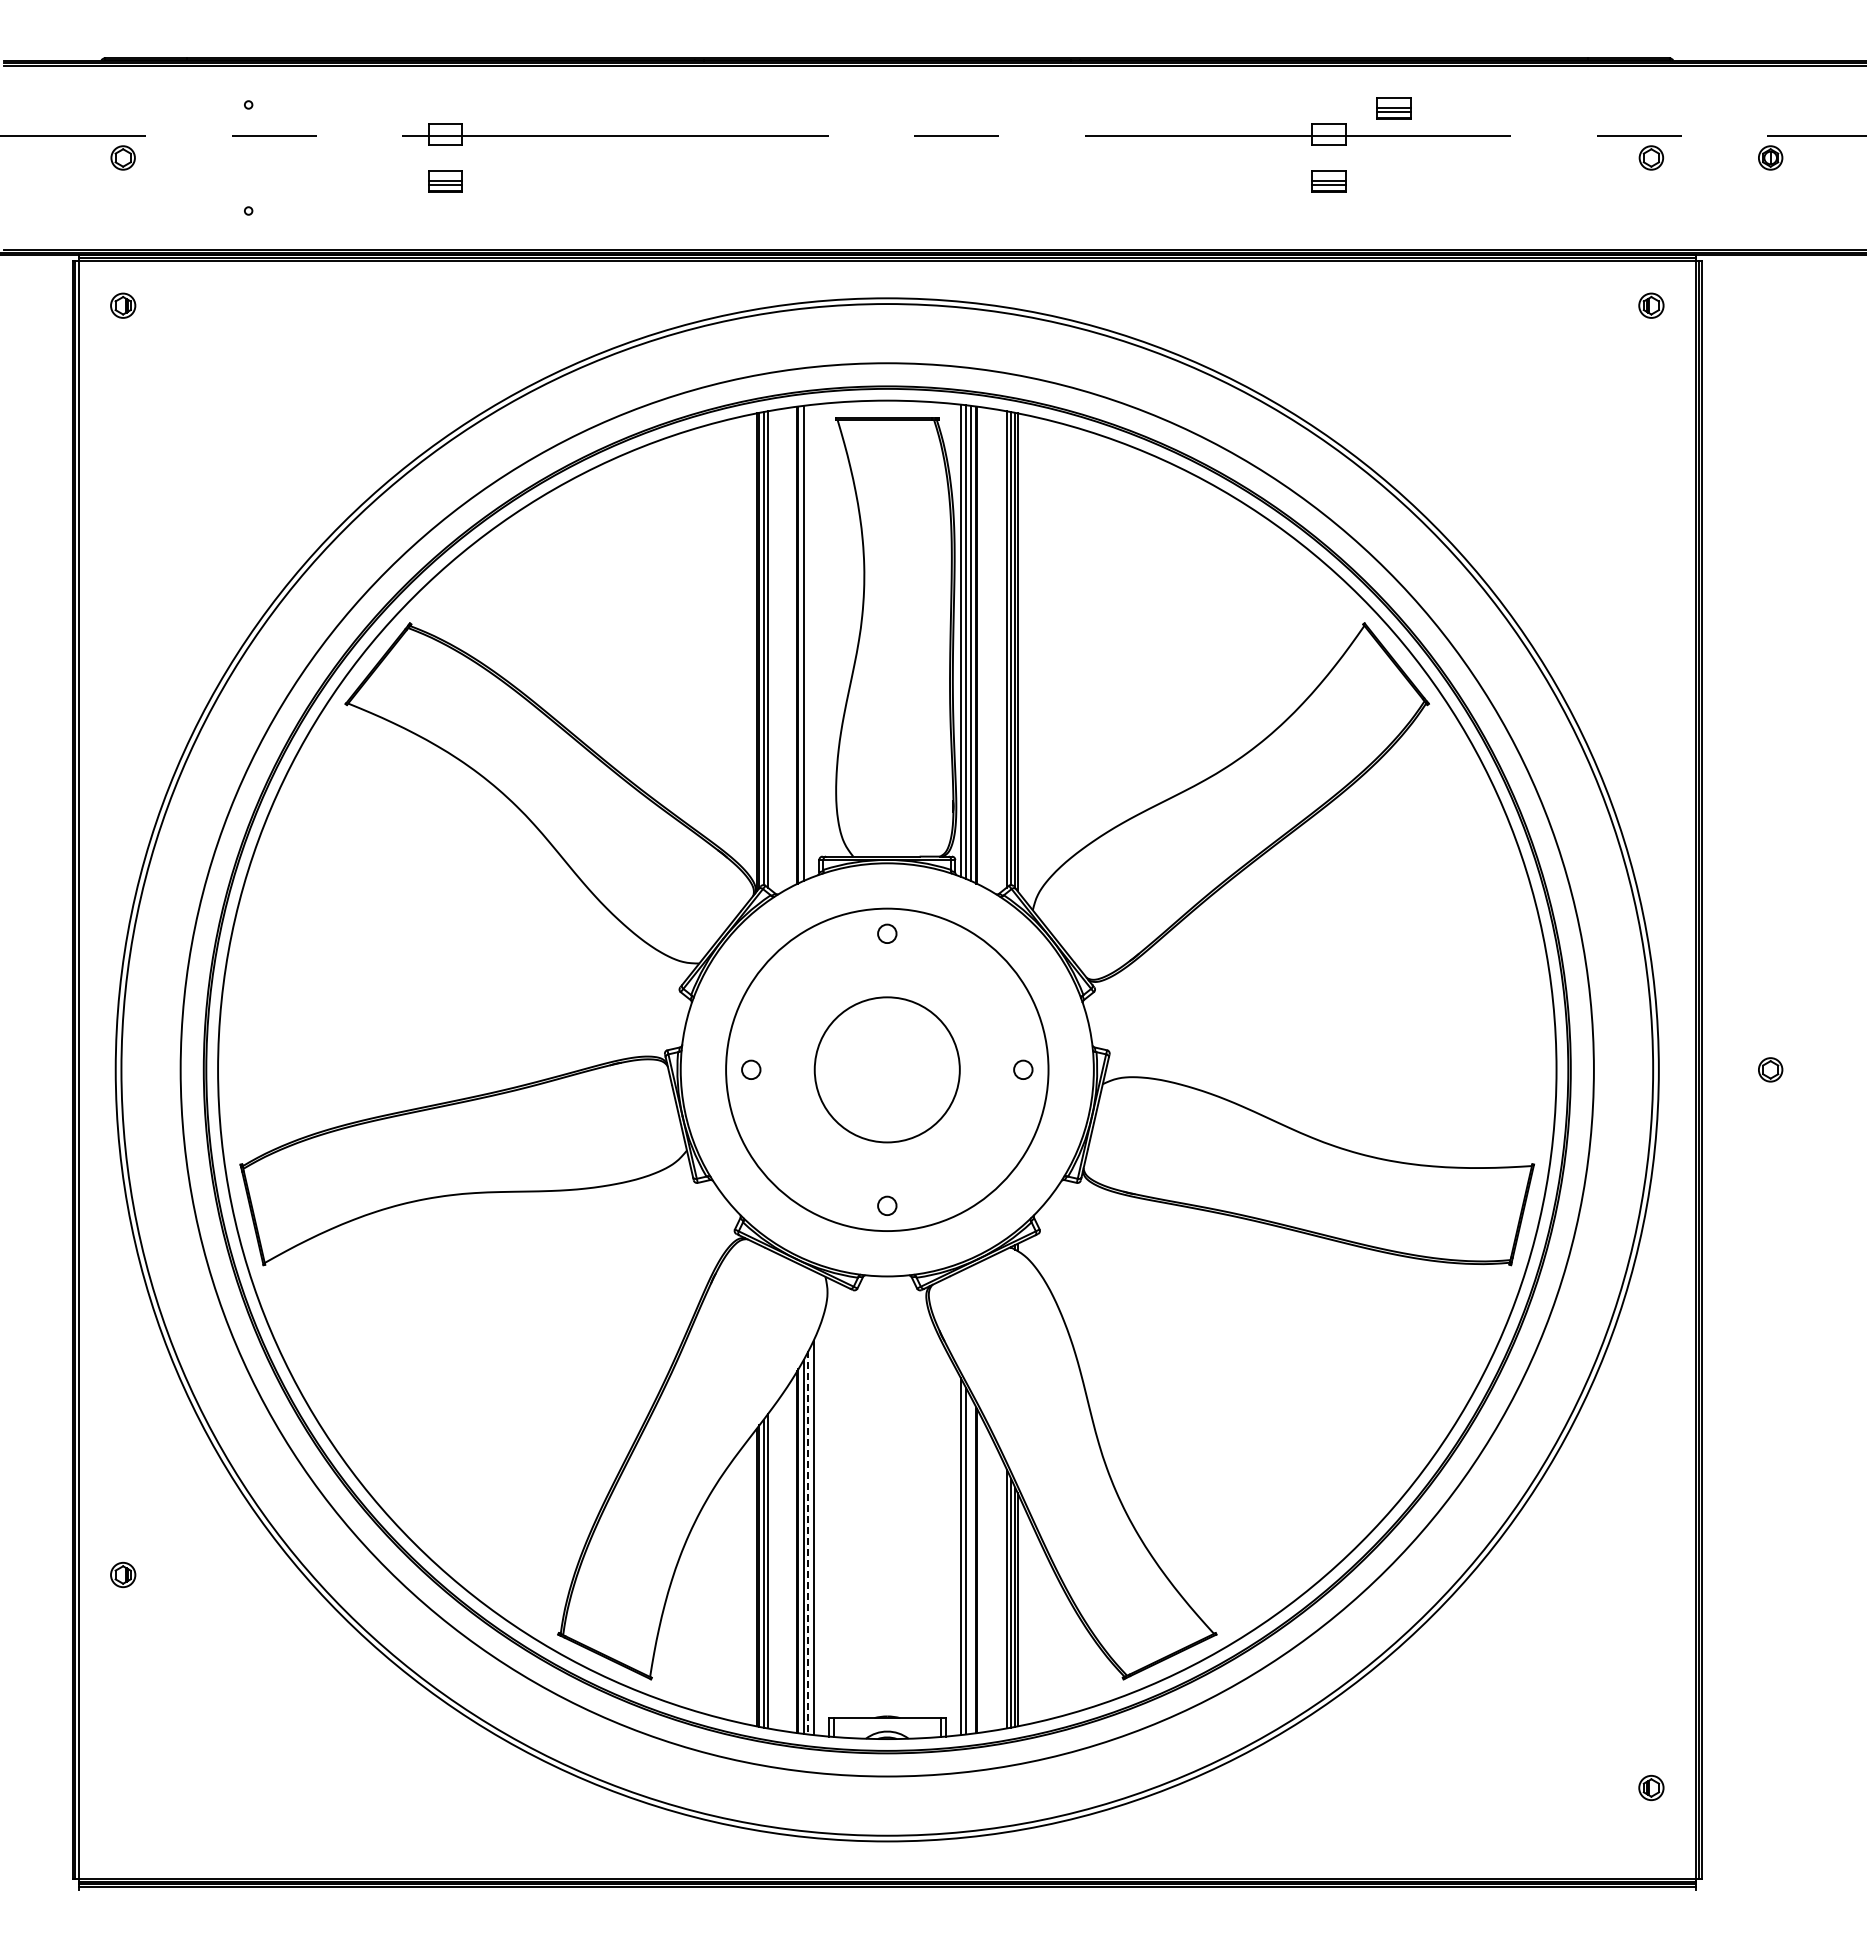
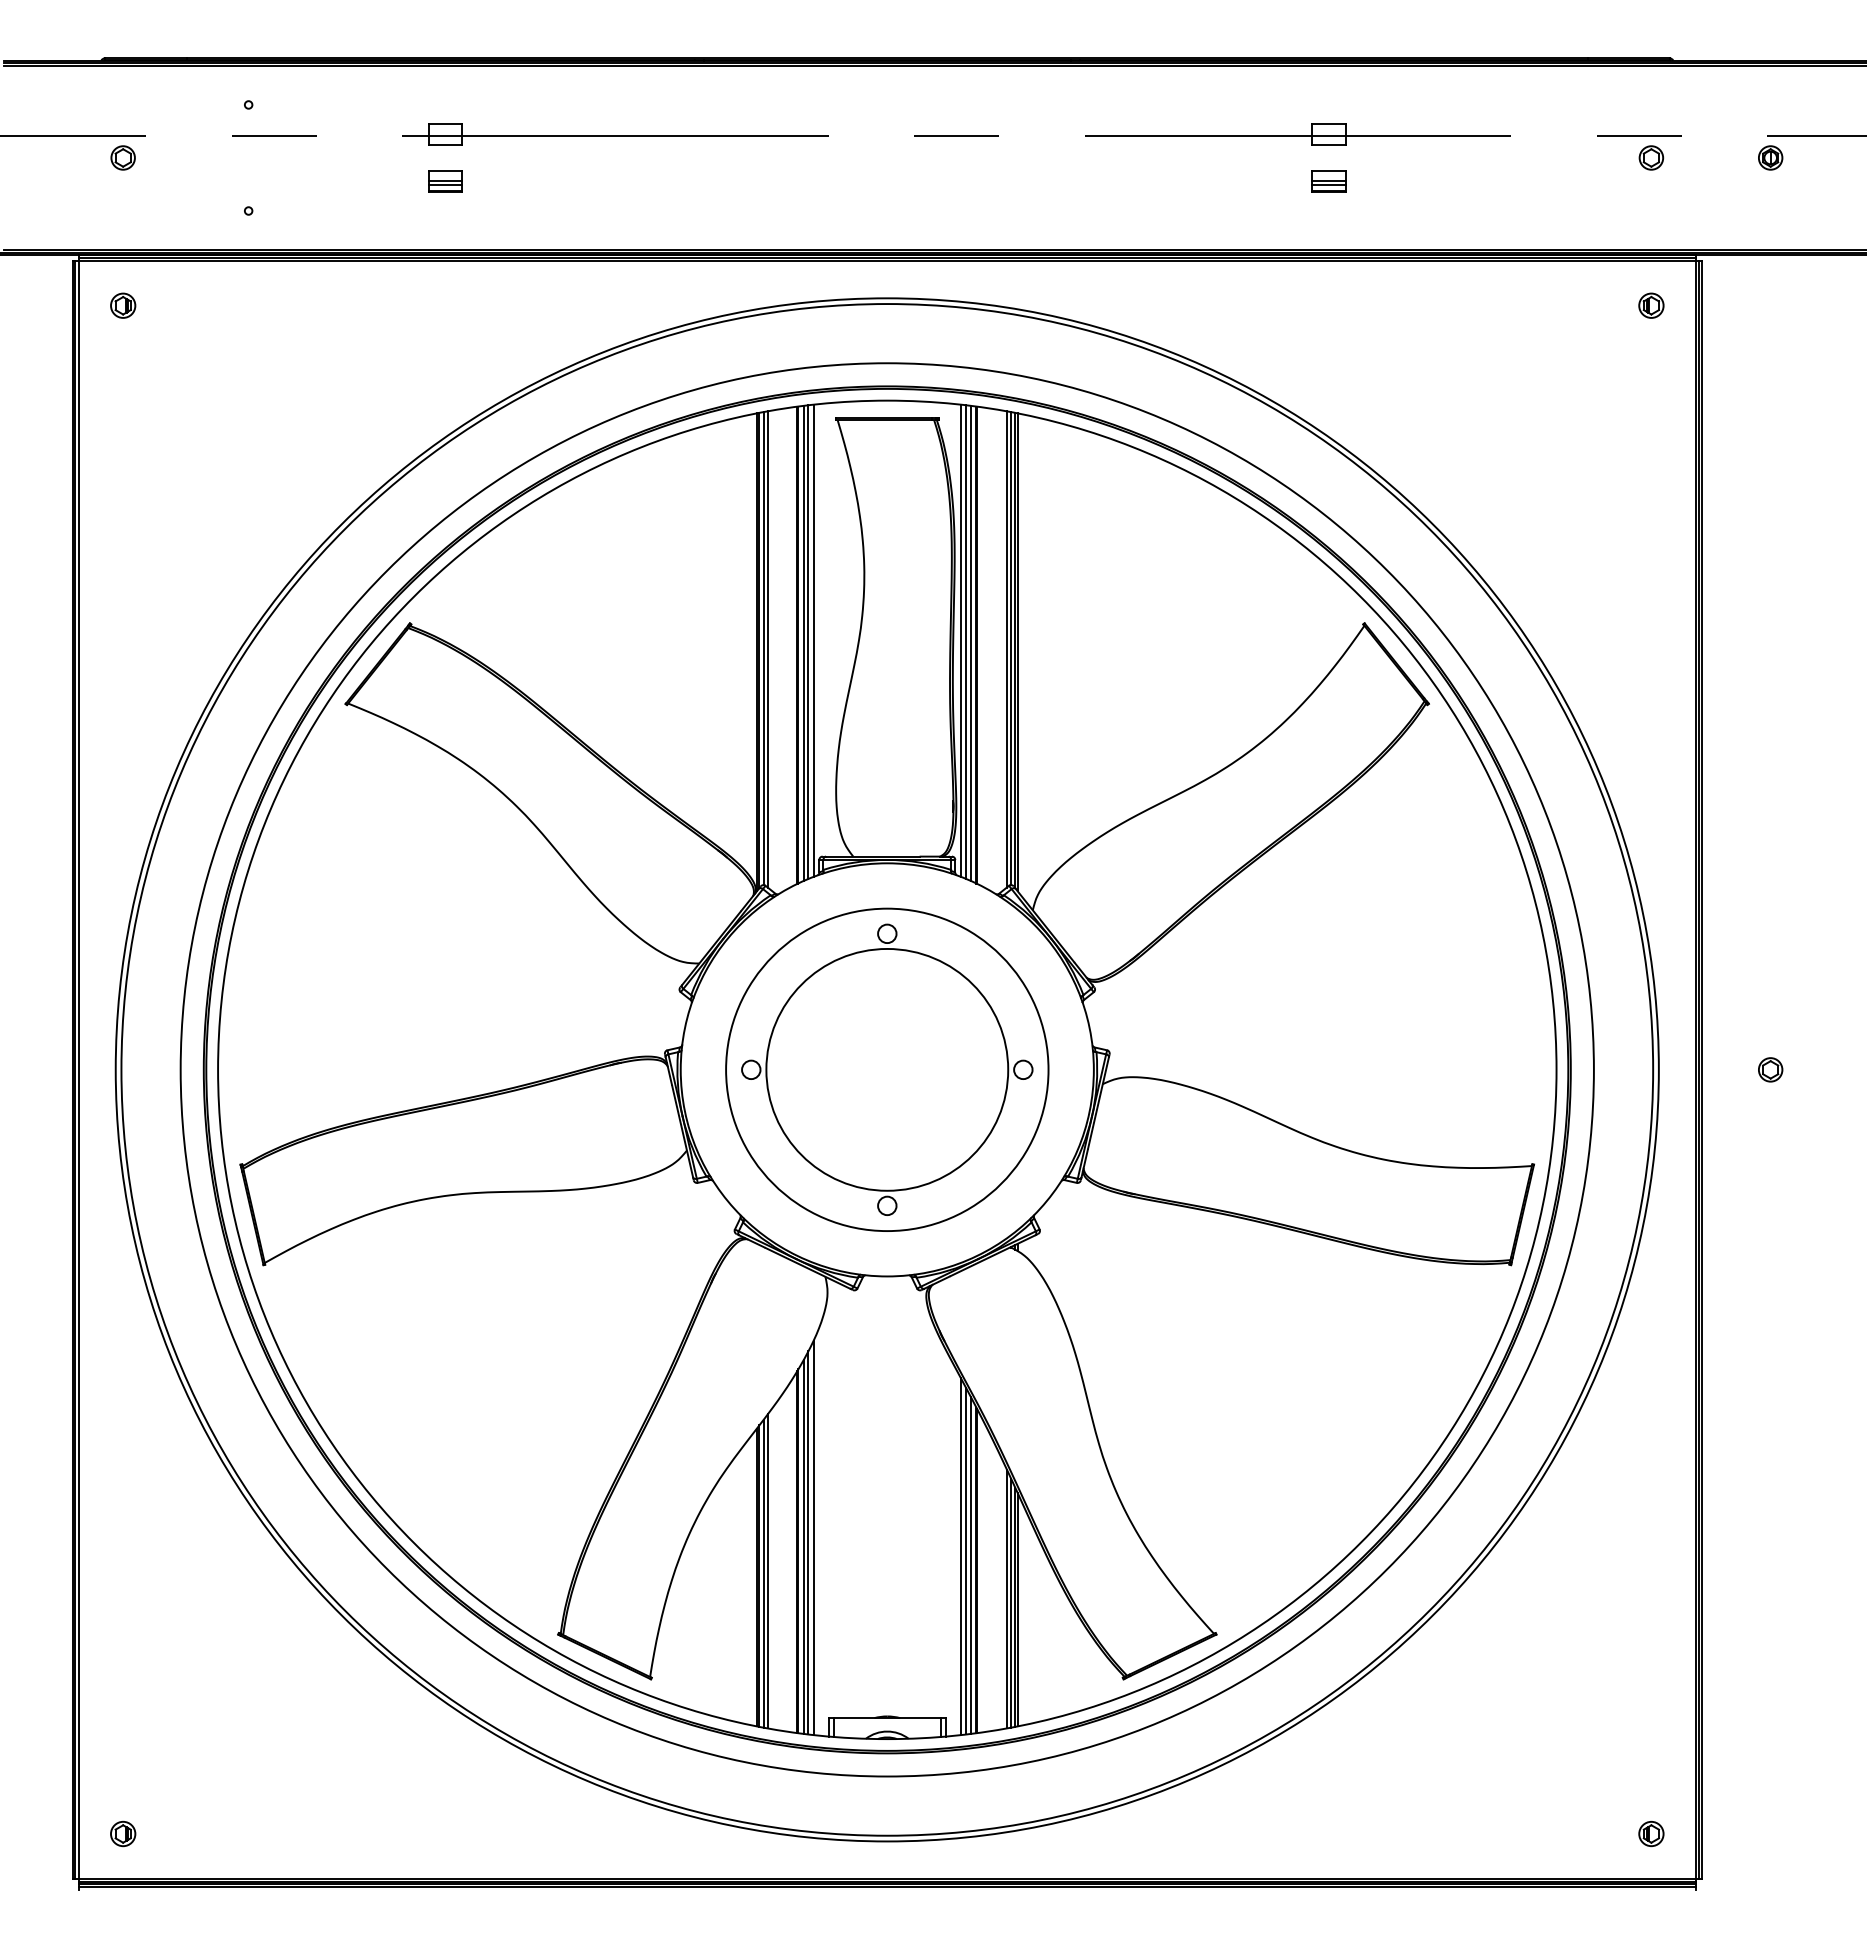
part at (1393, 108): present -> none
line at (813, 640): none -> present
line at (808, 641): none -> present
circle at (886, 1069) diameter: 145 px -> 242 px
line at (808, 1542): dashed -> solid
line at (970, 1565): none -> present
part at (123, 1574) position: (123, 1574) -> (123, 1833)
part at (1651, 1788) position: (1651, 1788) -> (1651, 1834)
